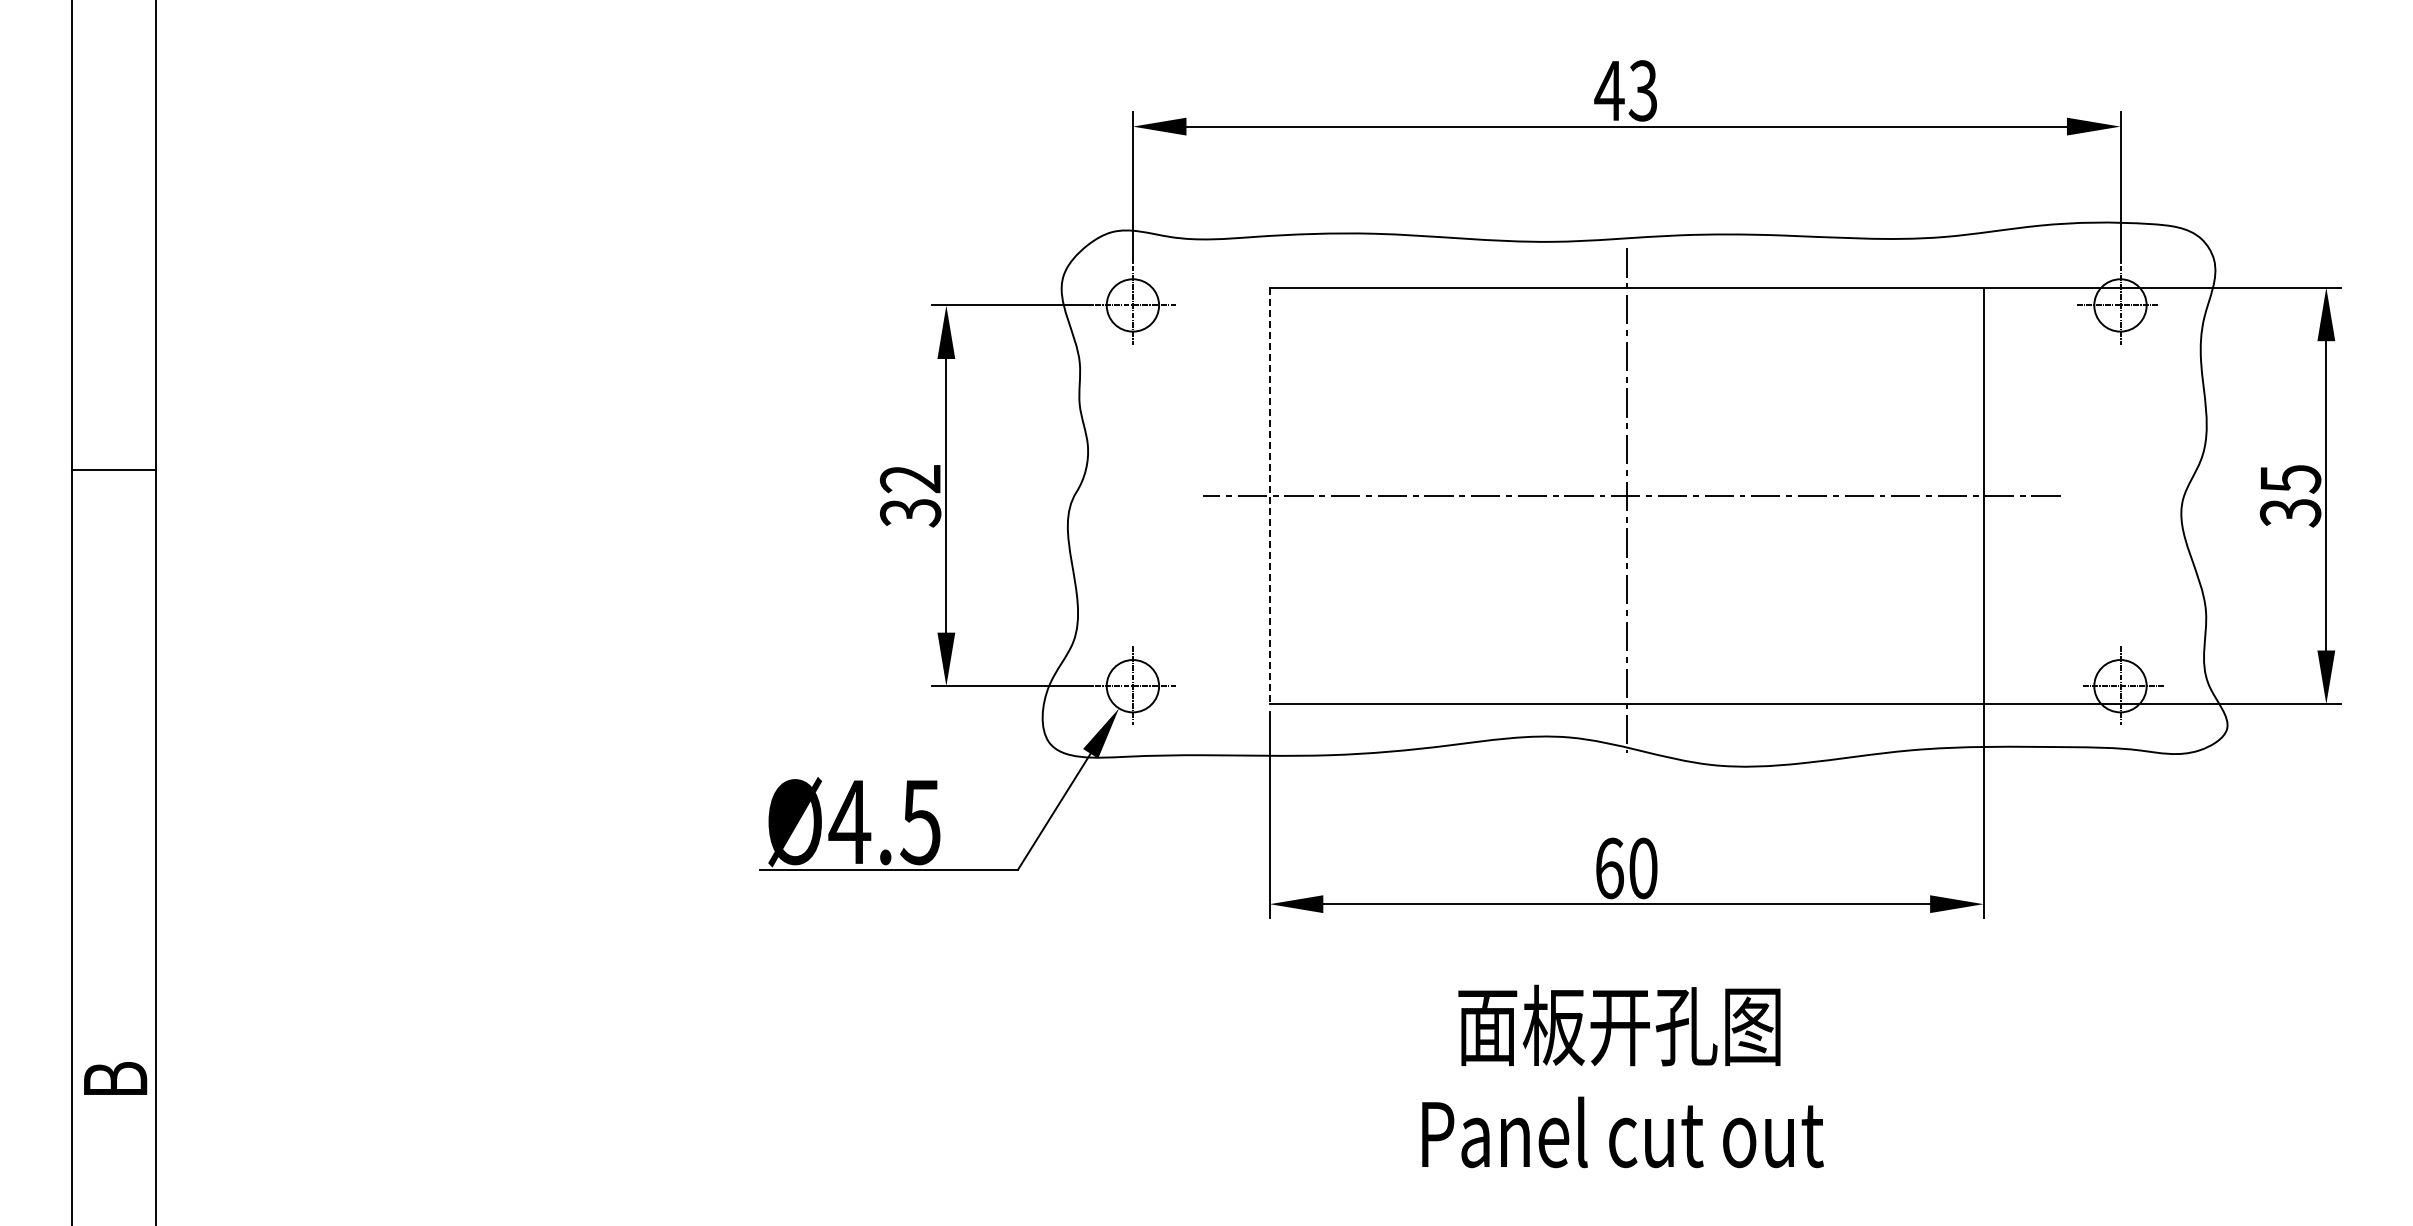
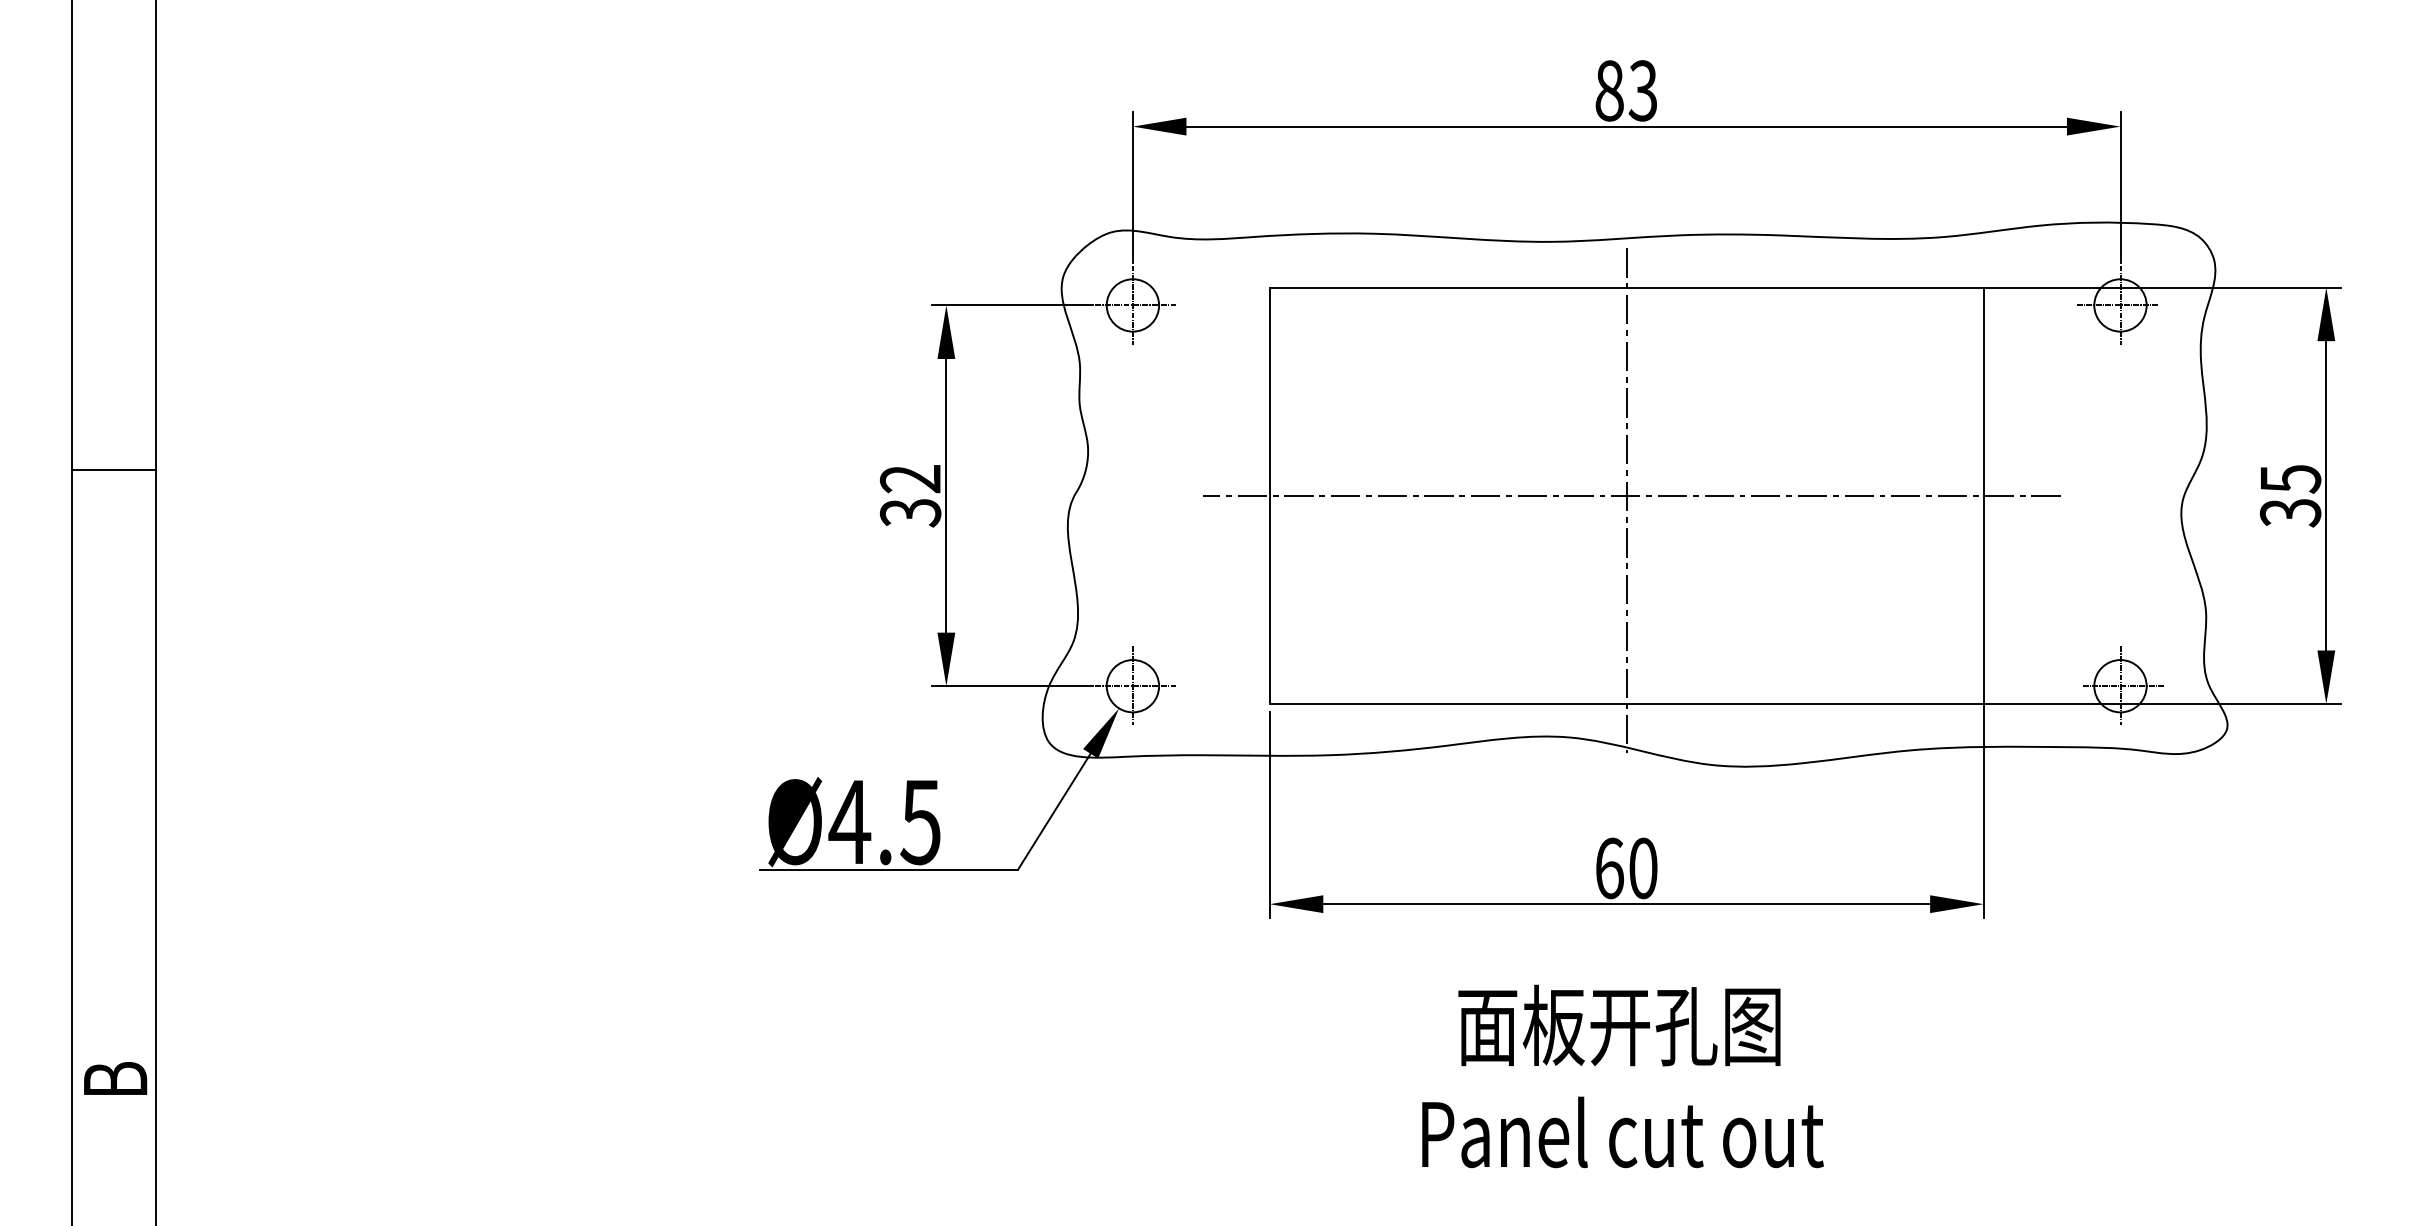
text at (1609, 90): 43 -> 83
line at (1269, 496): dashed -> solid
